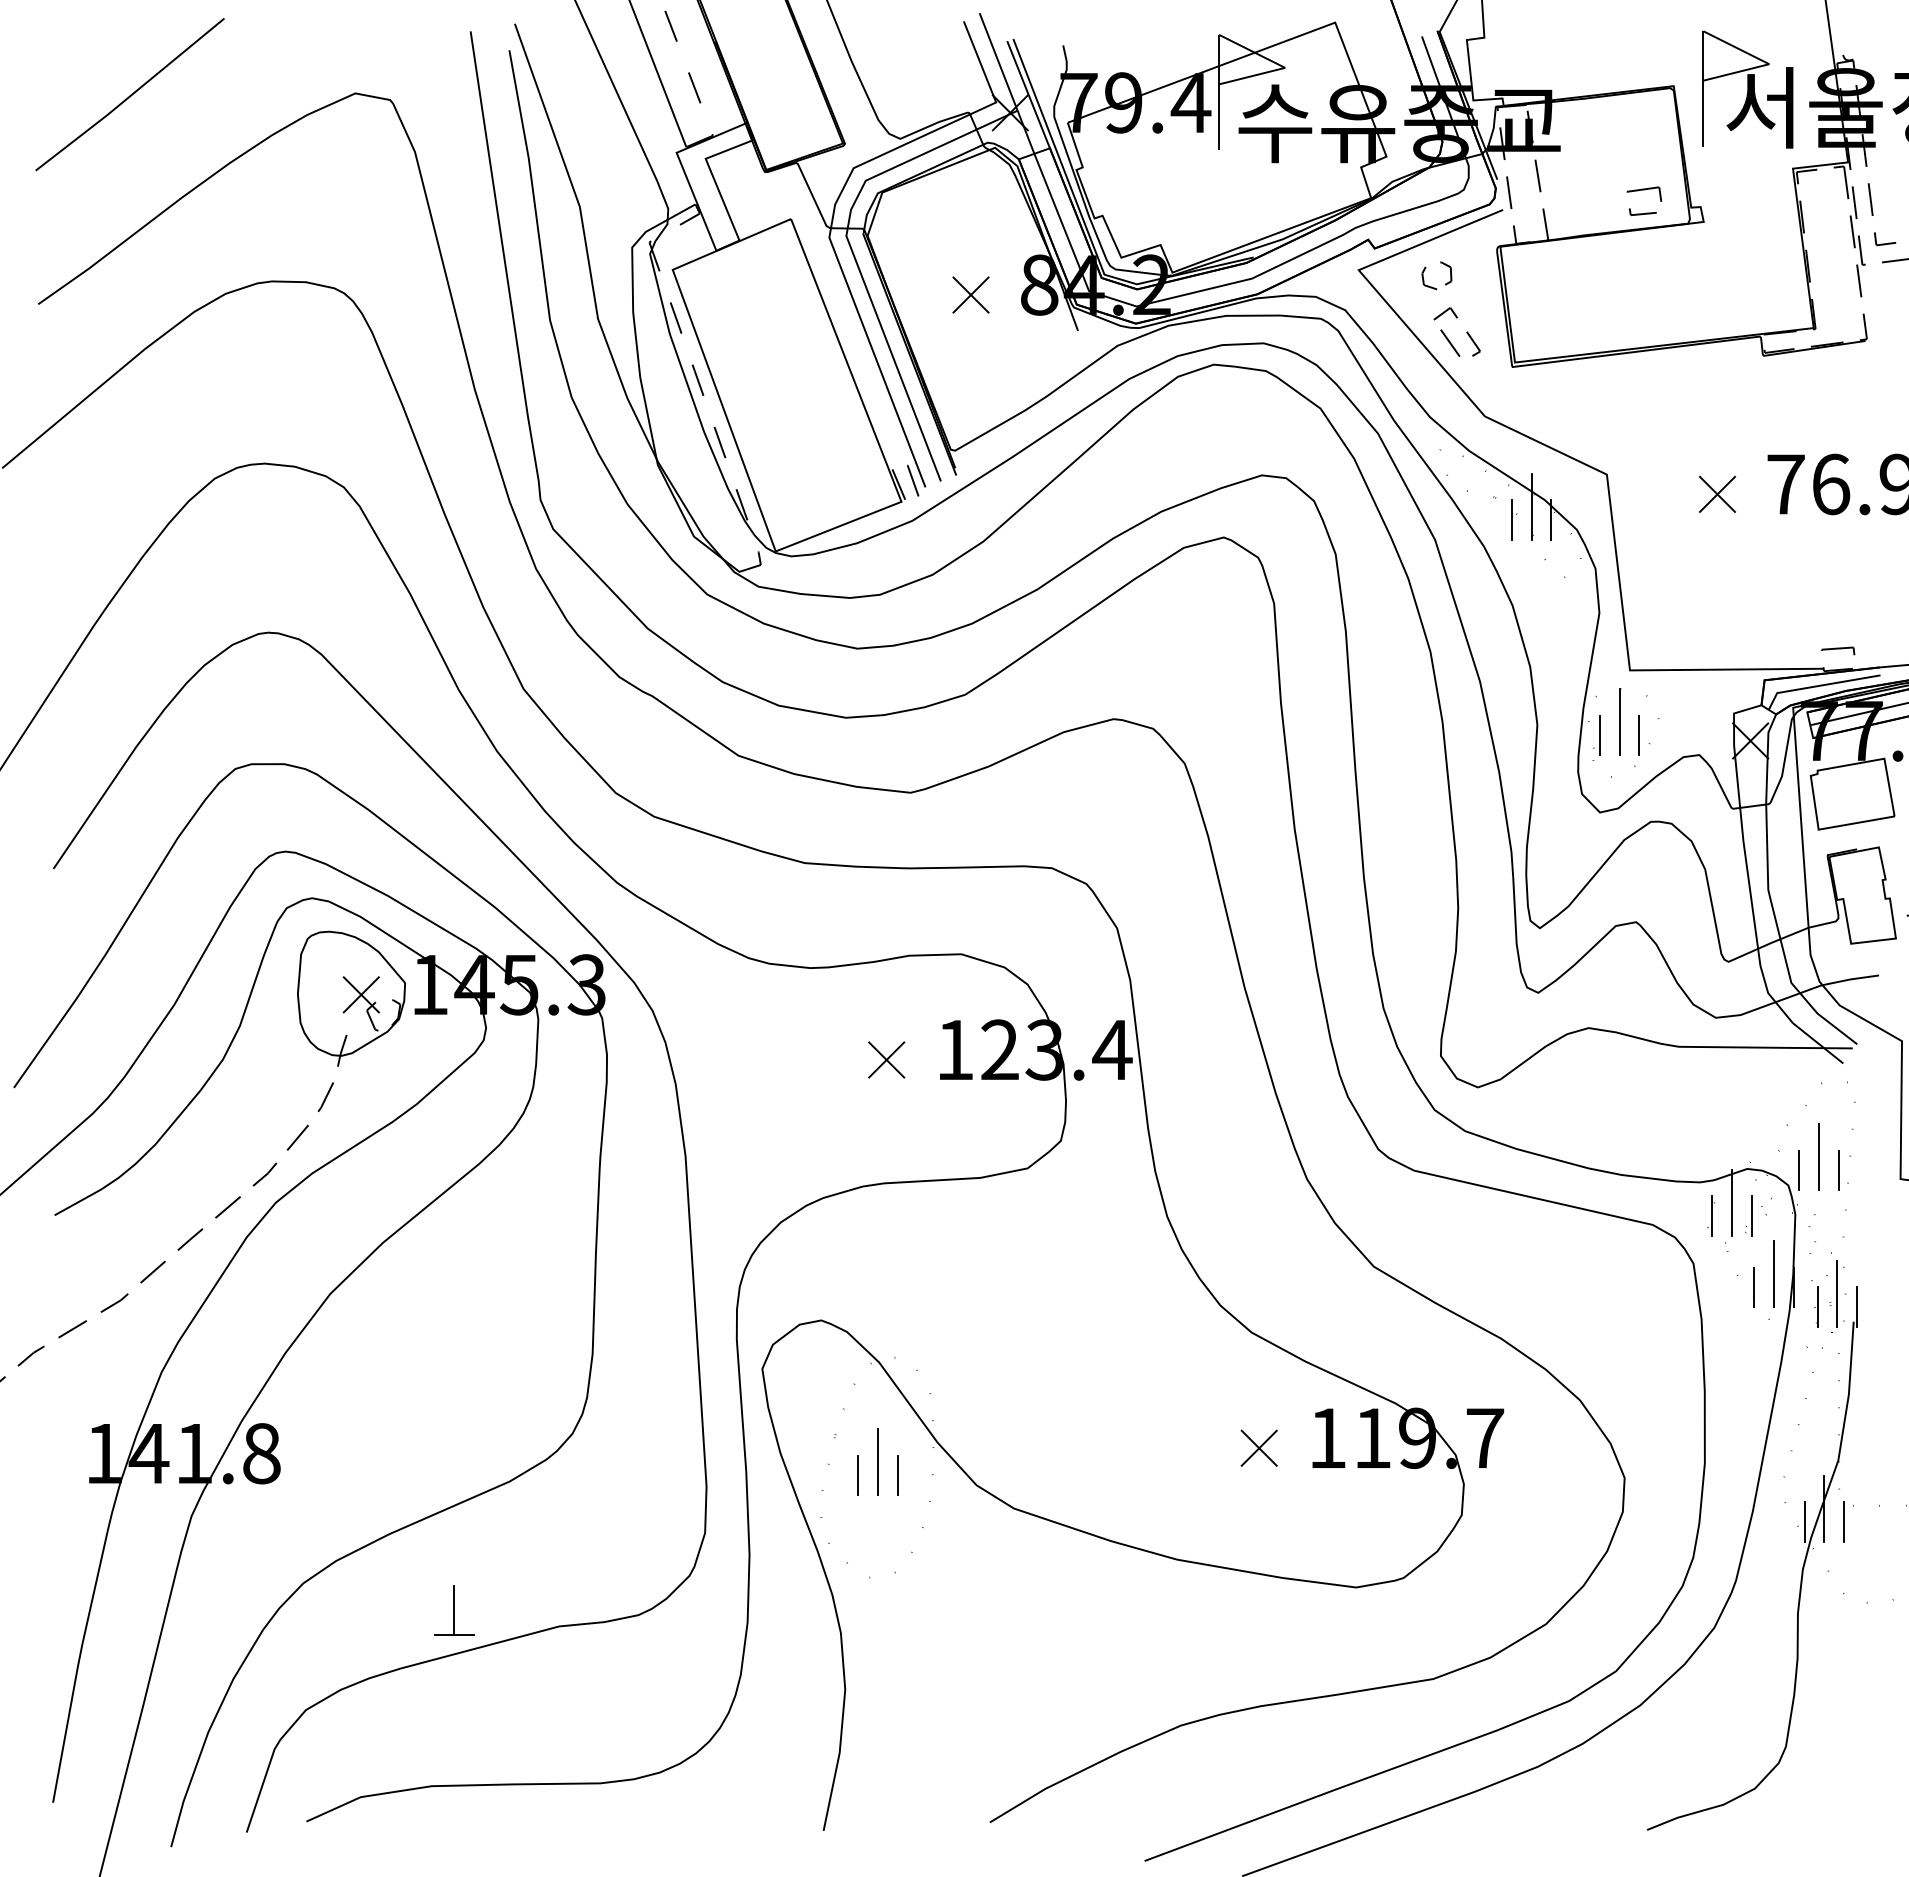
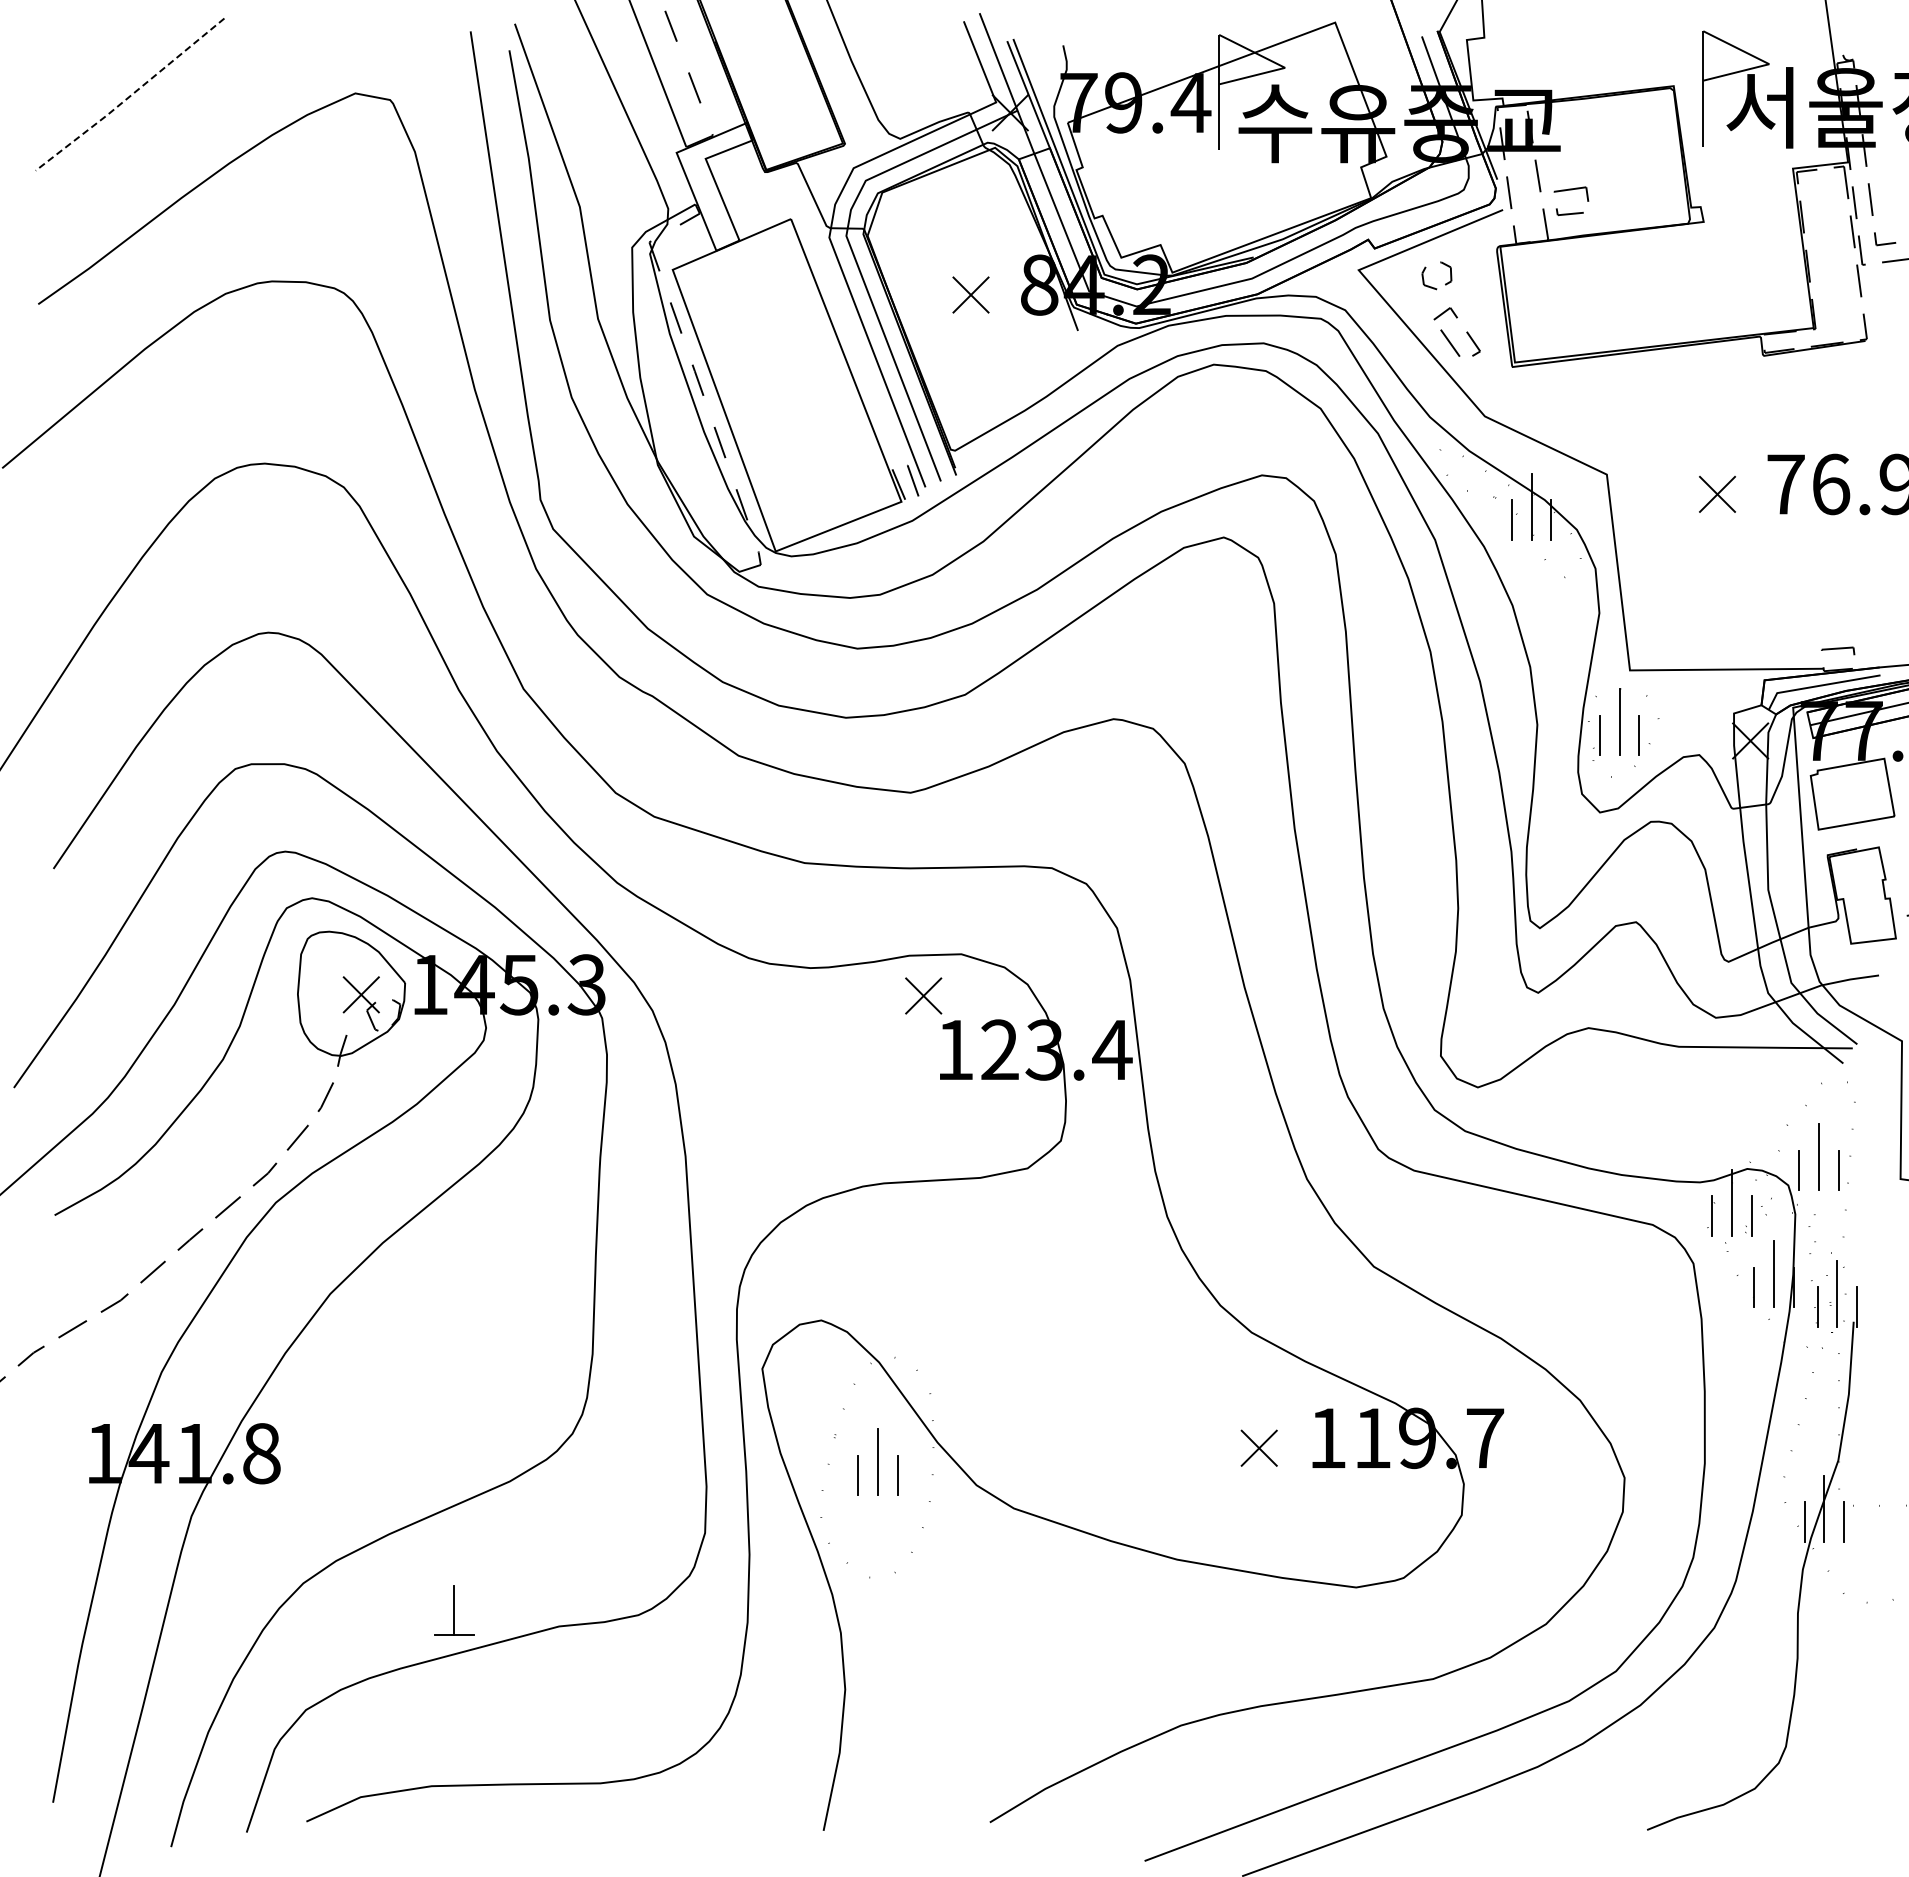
line at (130, 96): solid -> dashed
part at (1644, 190) position: (1644, 190) -> (1571, 190)
part at (886, 1059) position: (886, 1059) -> (923, 995)
